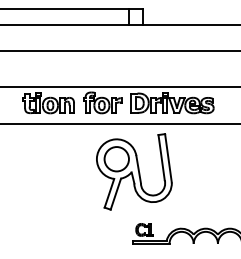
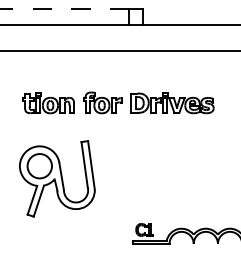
line at (64, 8): solid -> dashed
line at (119, 86): present -> none
line at (119, 124): present -> none
part at (134, 171) position: (134, 171) -> (57, 178)
